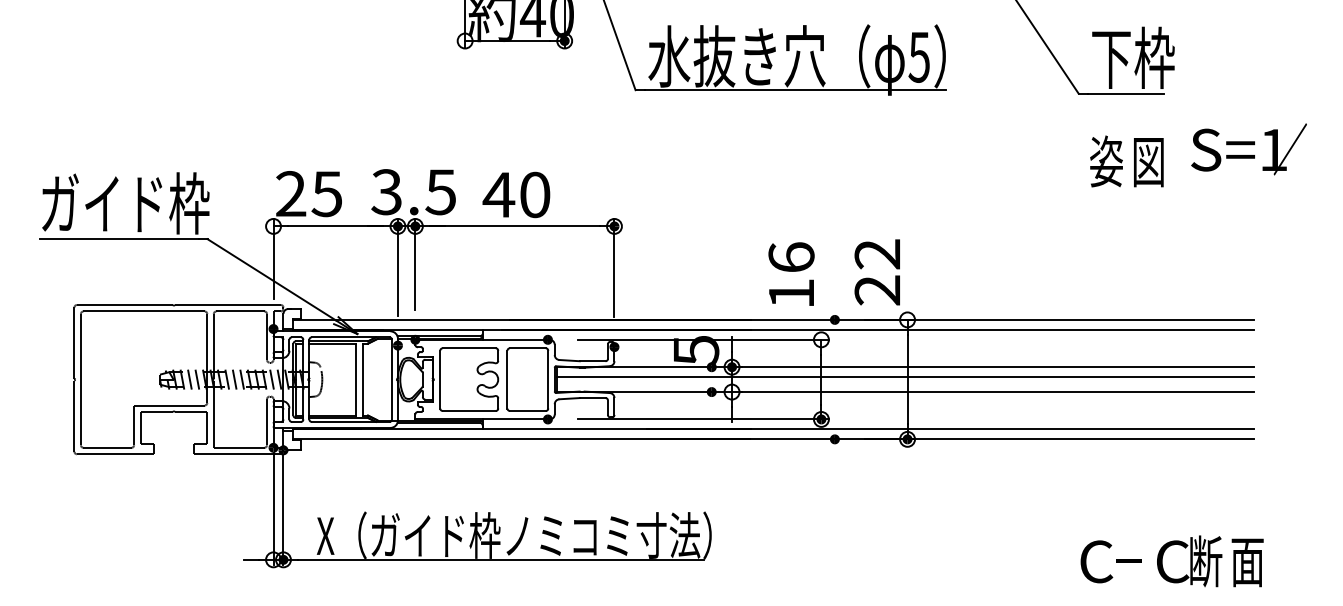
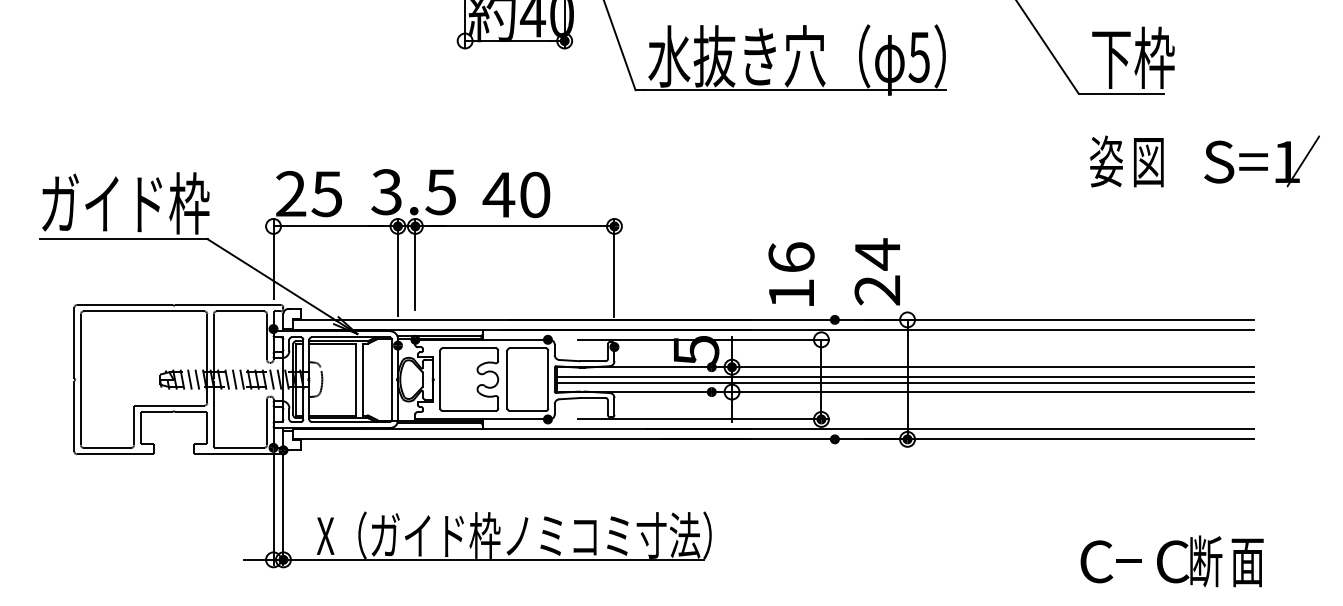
text at (1248, 149) position: (1248, 149) -> (1261, 161)
text at (876, 254): 22 -> 24
line at (905, 383): none -> present
